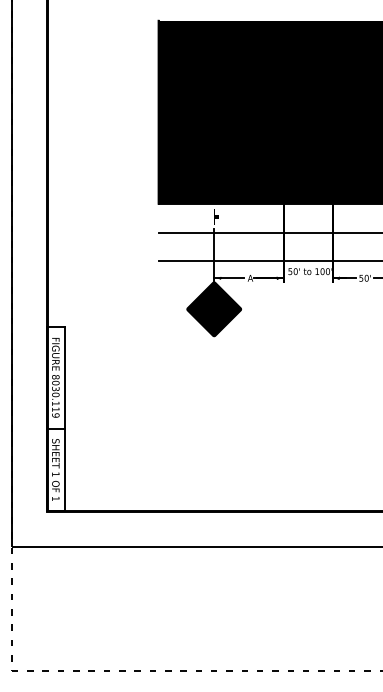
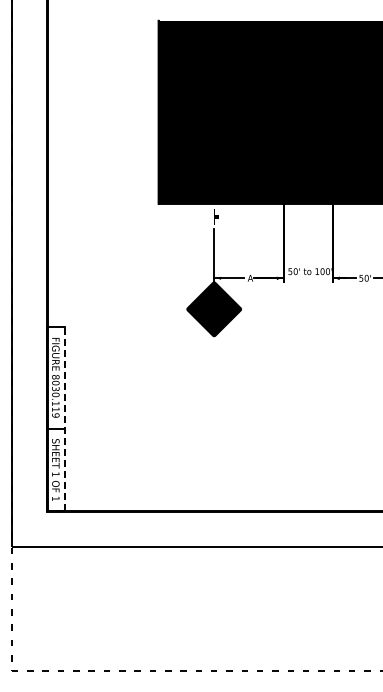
line at (268, 232): present -> none
line at (268, 261): present -> none
line at (65, 418): solid -> dashed
